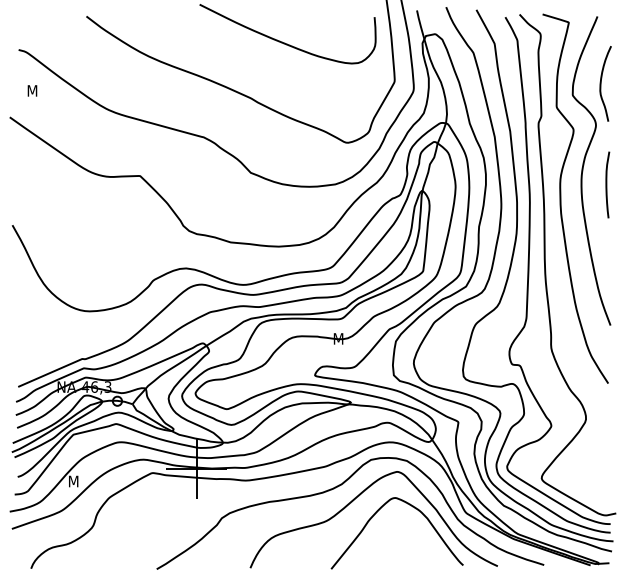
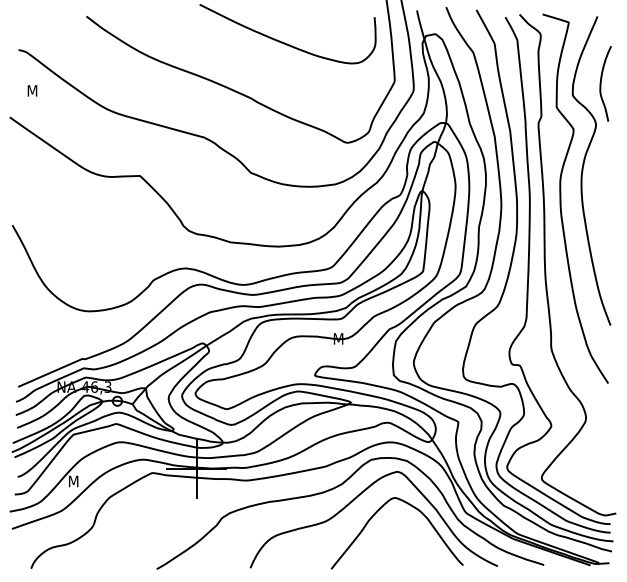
curve at (607, 184): present -> none
